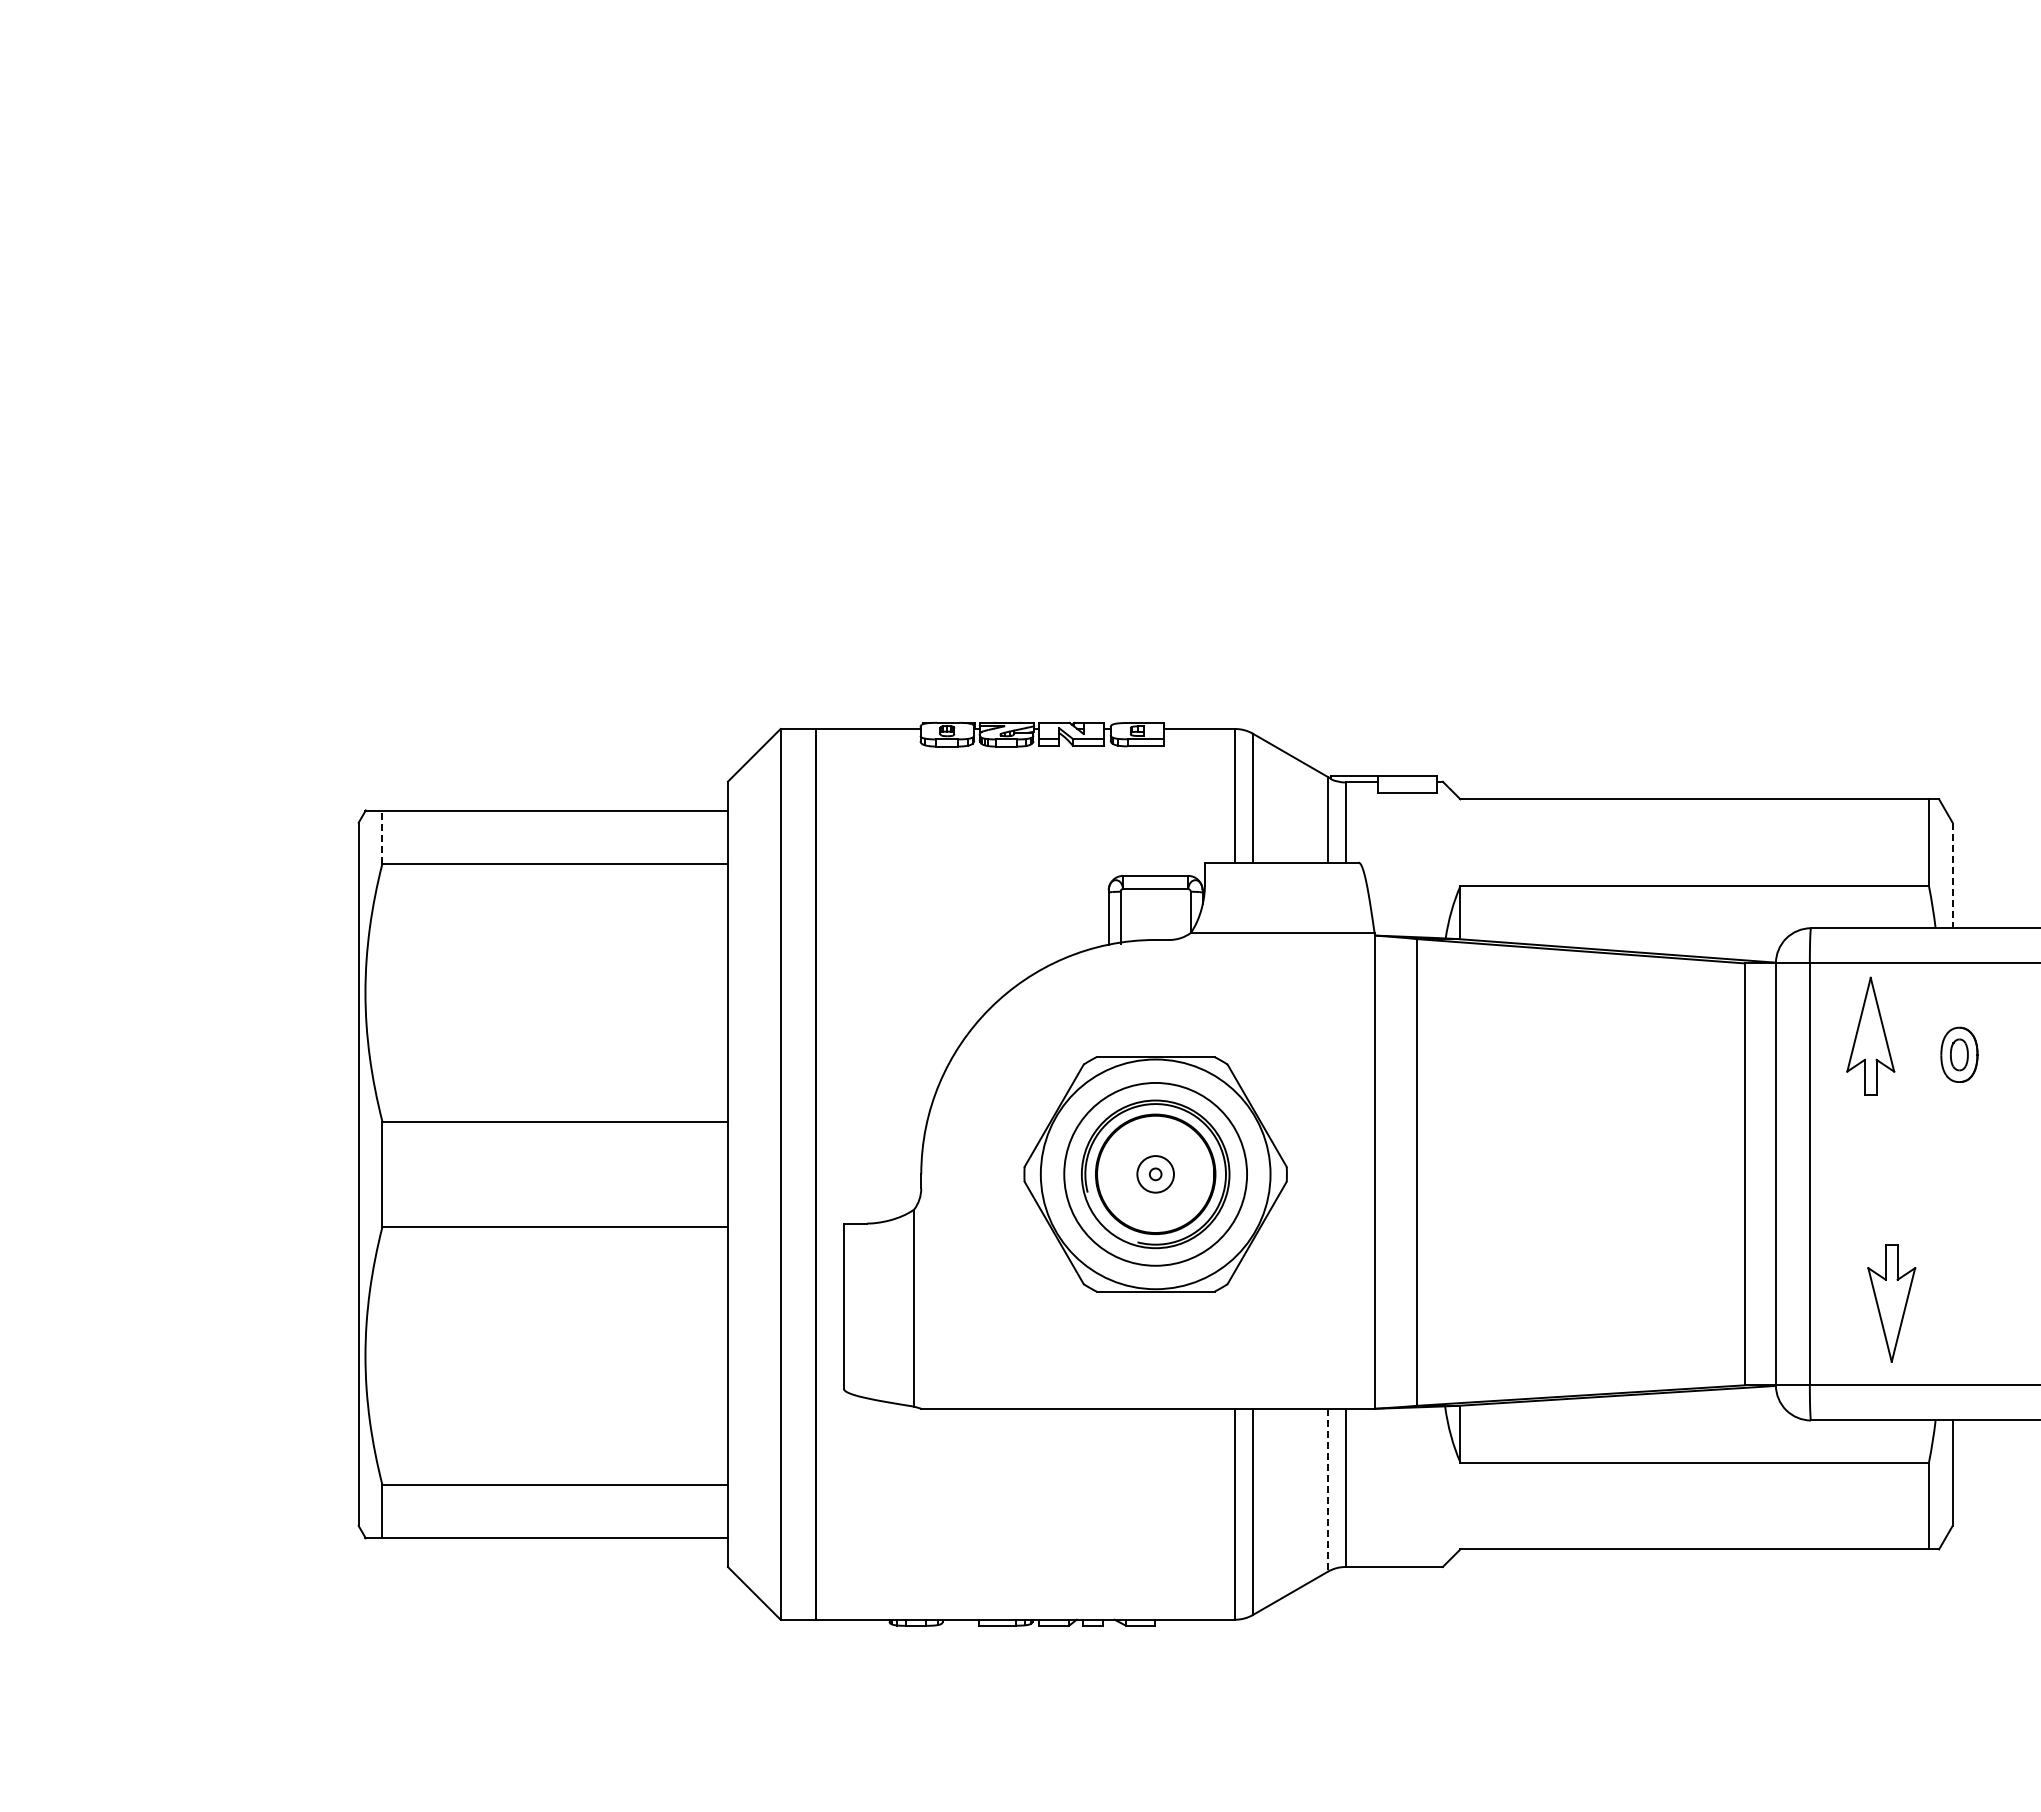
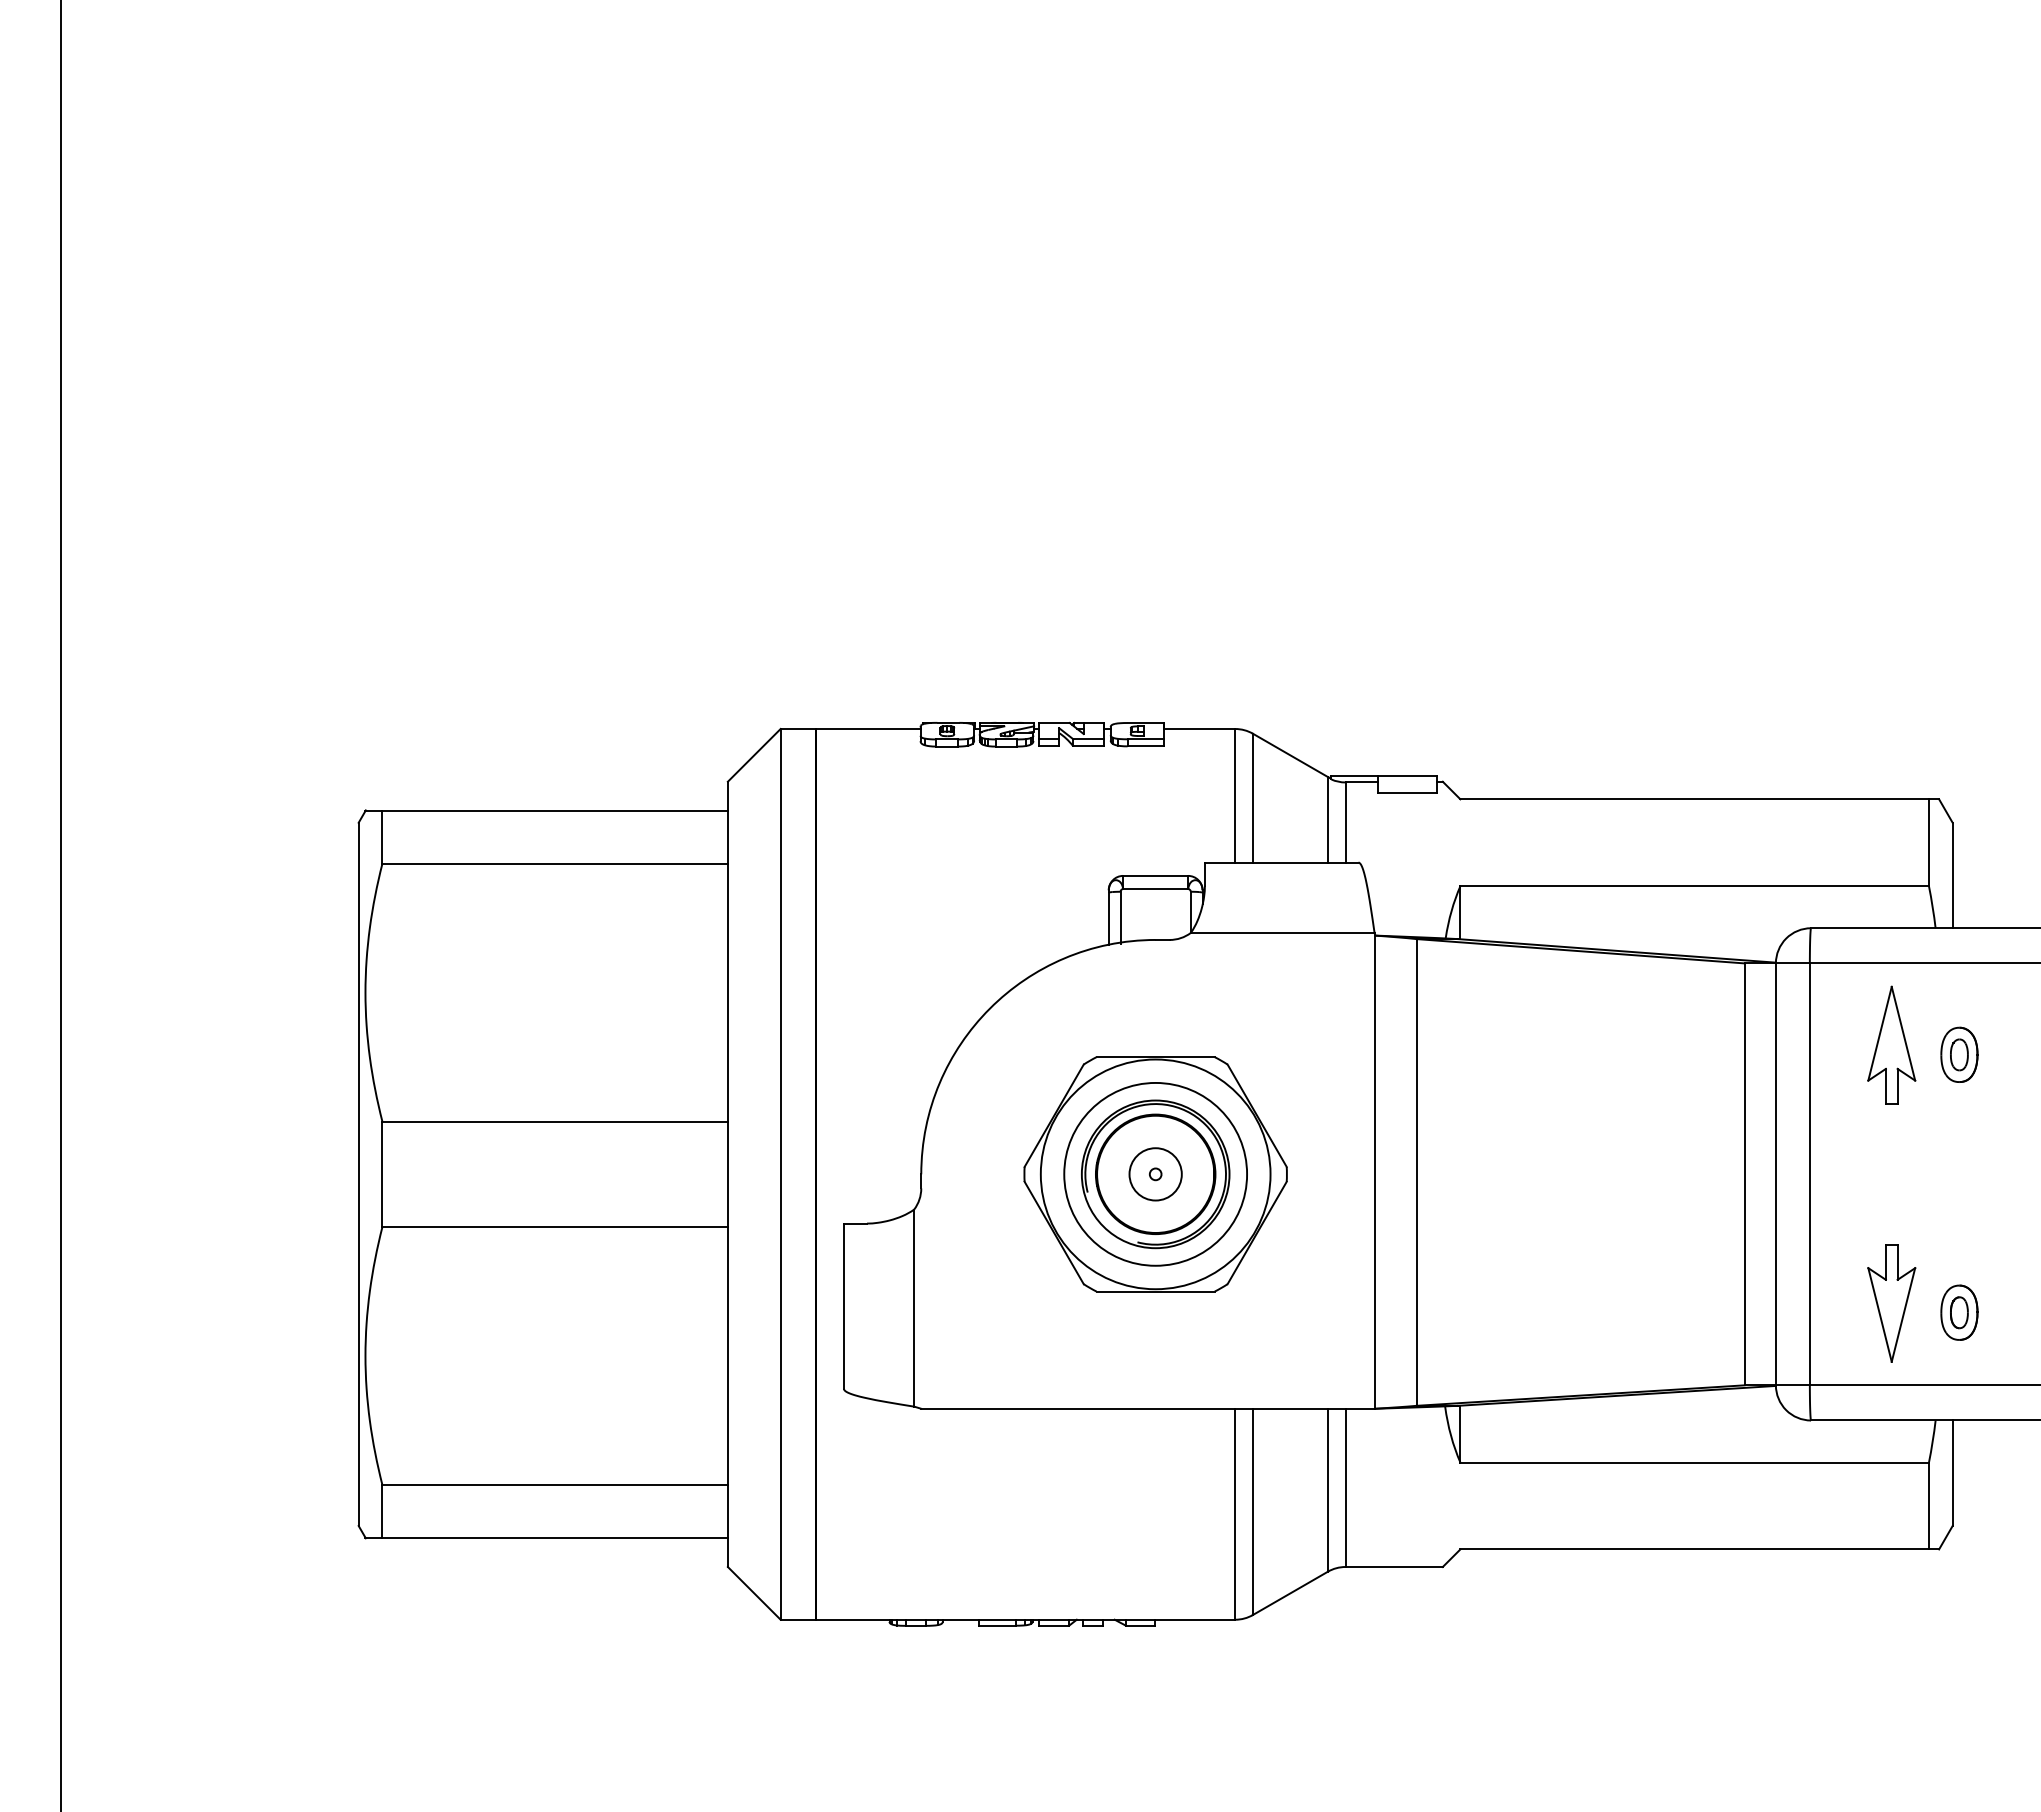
line at (382, 836): dashed -> solid
line at (1952, 875): dashed -> solid
line at (61, 905): none -> present
part at (1870, 1035) position: (1870, 1035) -> (1891, 1044)
circle at (1155, 1174) diameter: 37 px -> 52 px
part at (1959, 1312): none -> present
line at (1327, 1490): dashed -> solid
